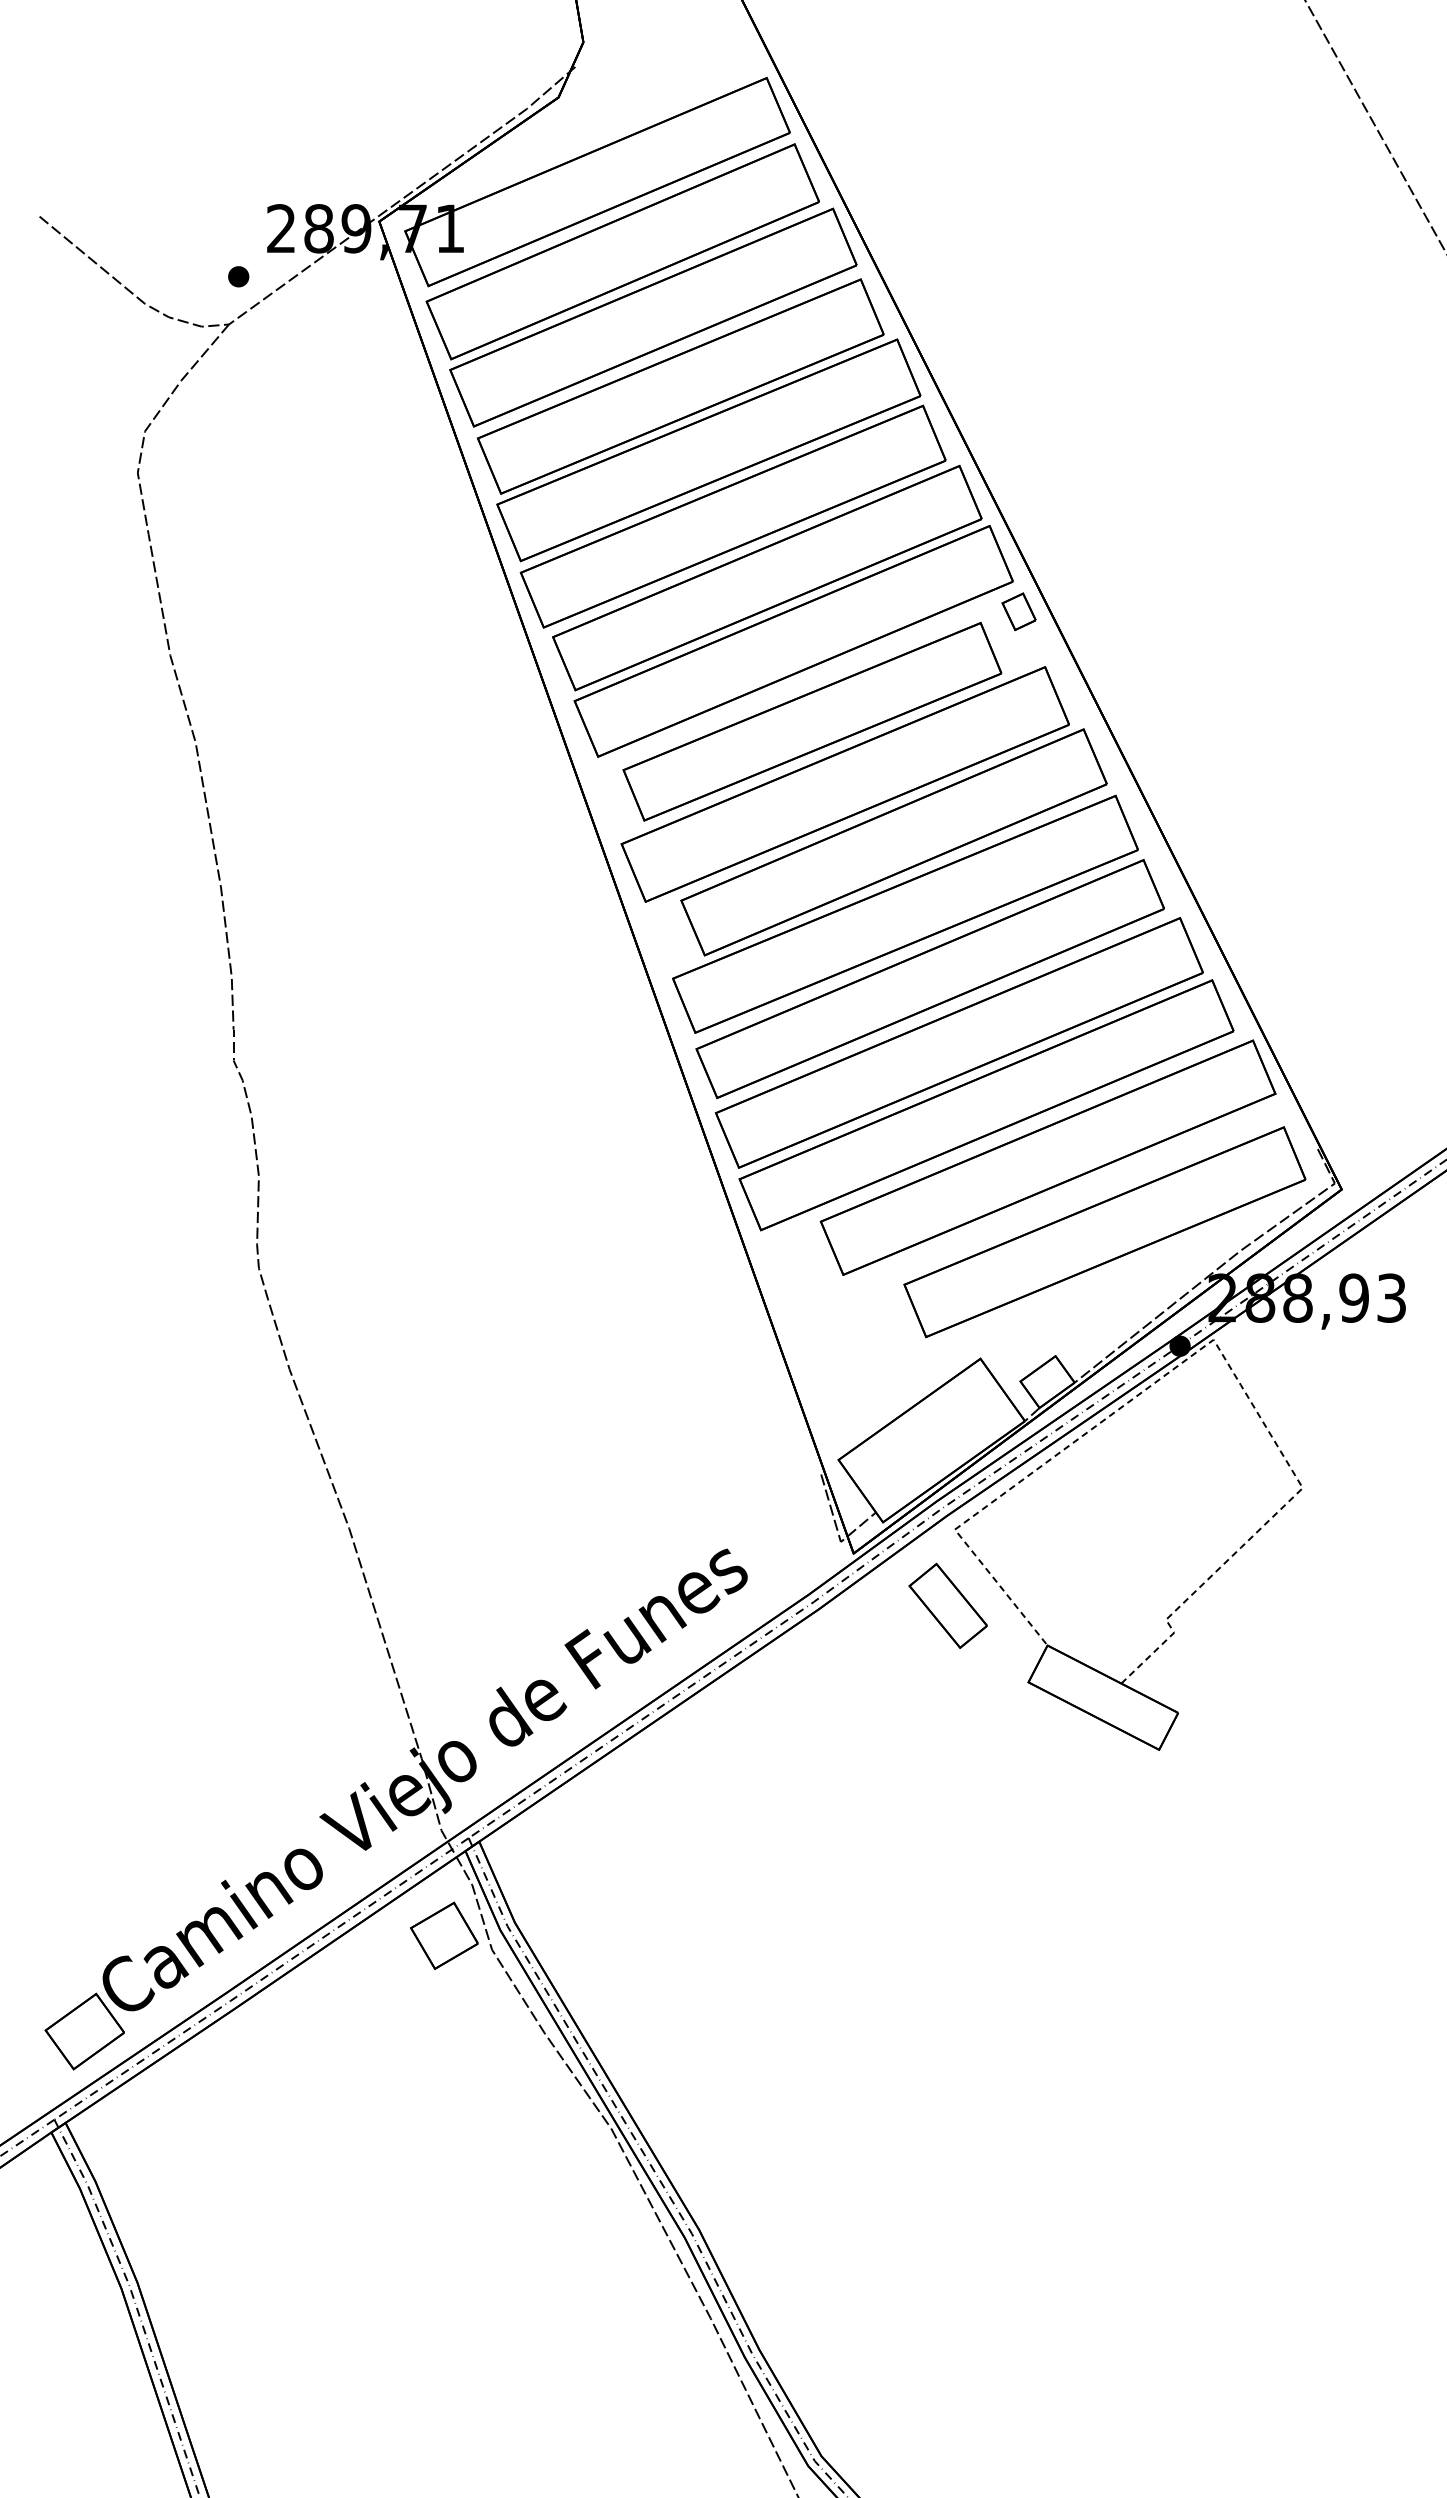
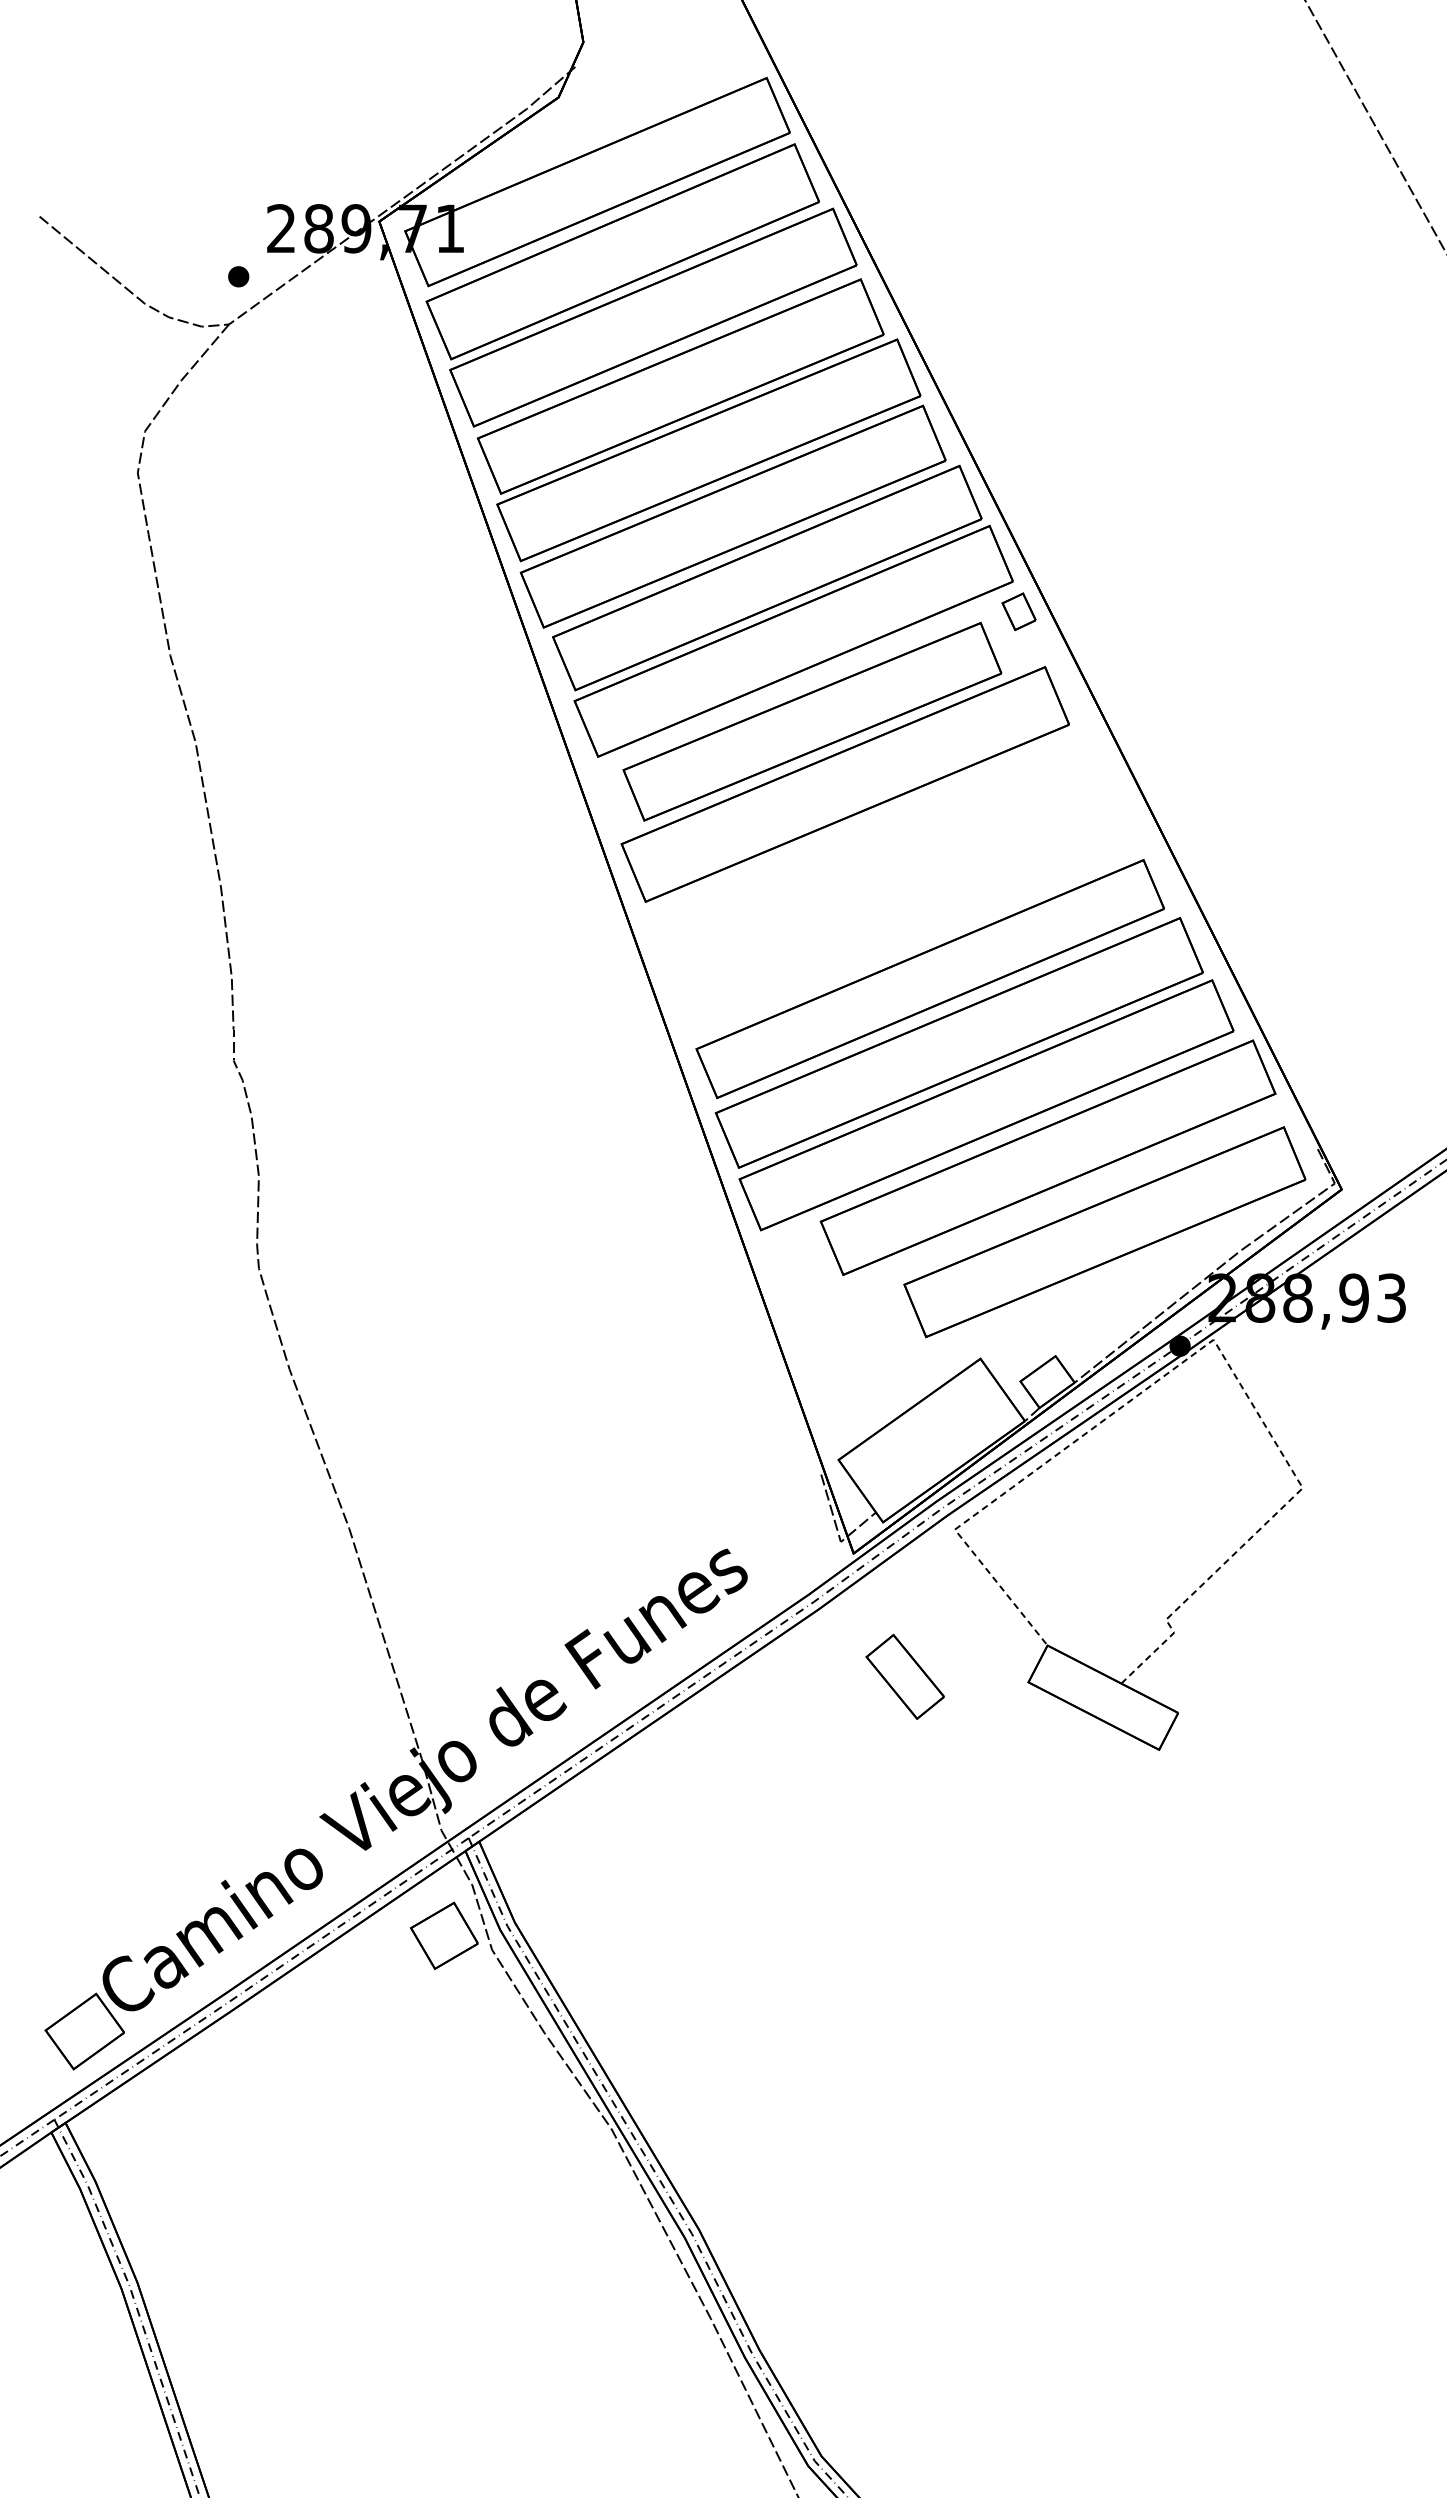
part at (905, 880): present -> none
part at (947, 1605) position: (947, 1605) -> (904, 1676)
